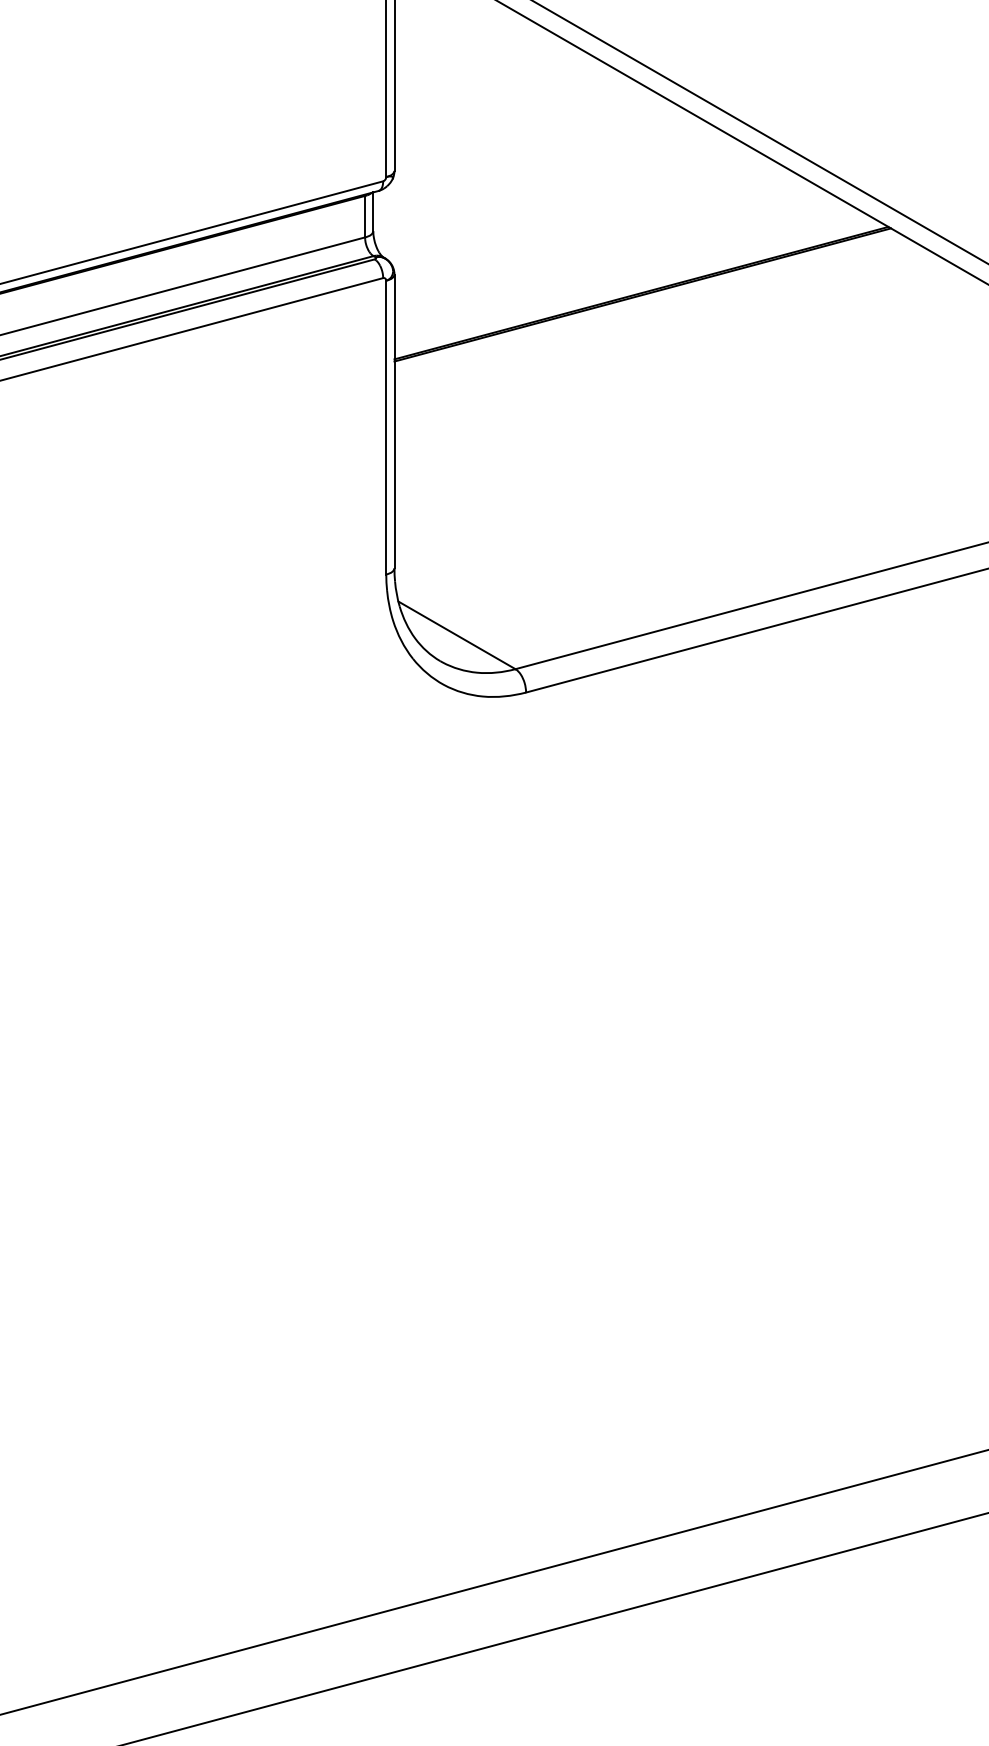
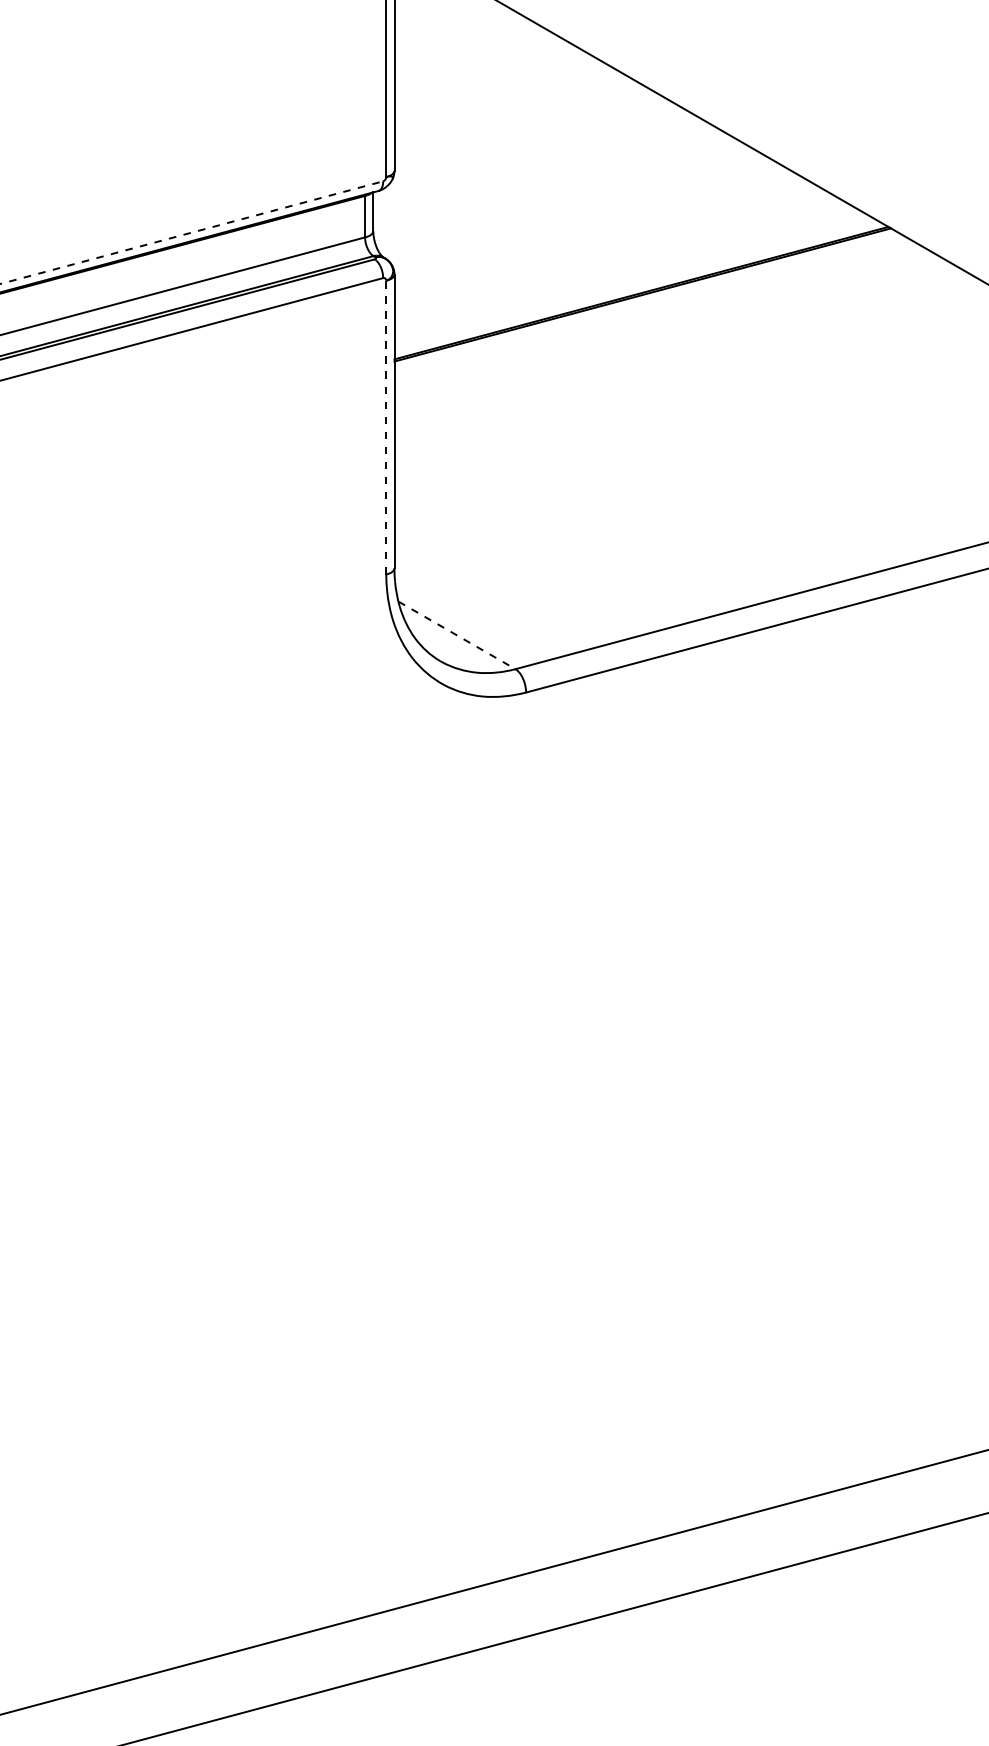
line at (759, 132): present -> none
line at (192, 232): solid -> dashed
line at (386, 427): solid -> dashed
line at (457, 635): solid -> dashed
